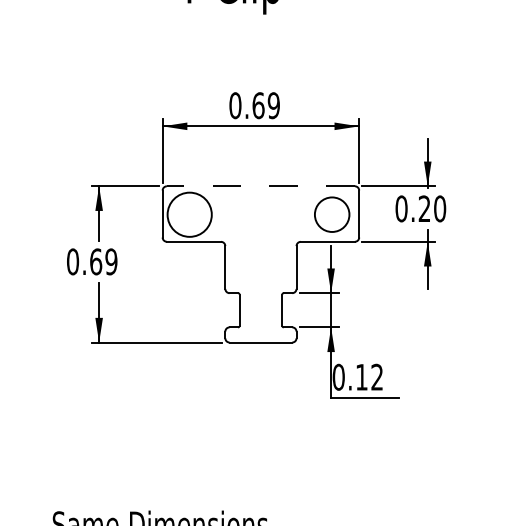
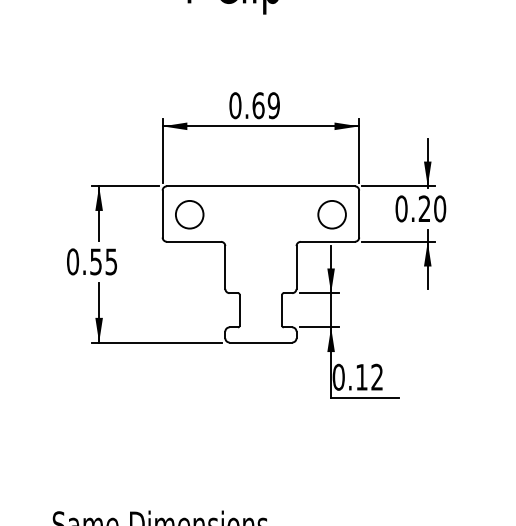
line at (260, 186): dashed -> solid
circle at (189, 214) diameter: 44 px -> 28 px
circle at (332, 214) size: 37x37 px -> 30x30 px
text at (103, 261): 0.69 -> 0.55
